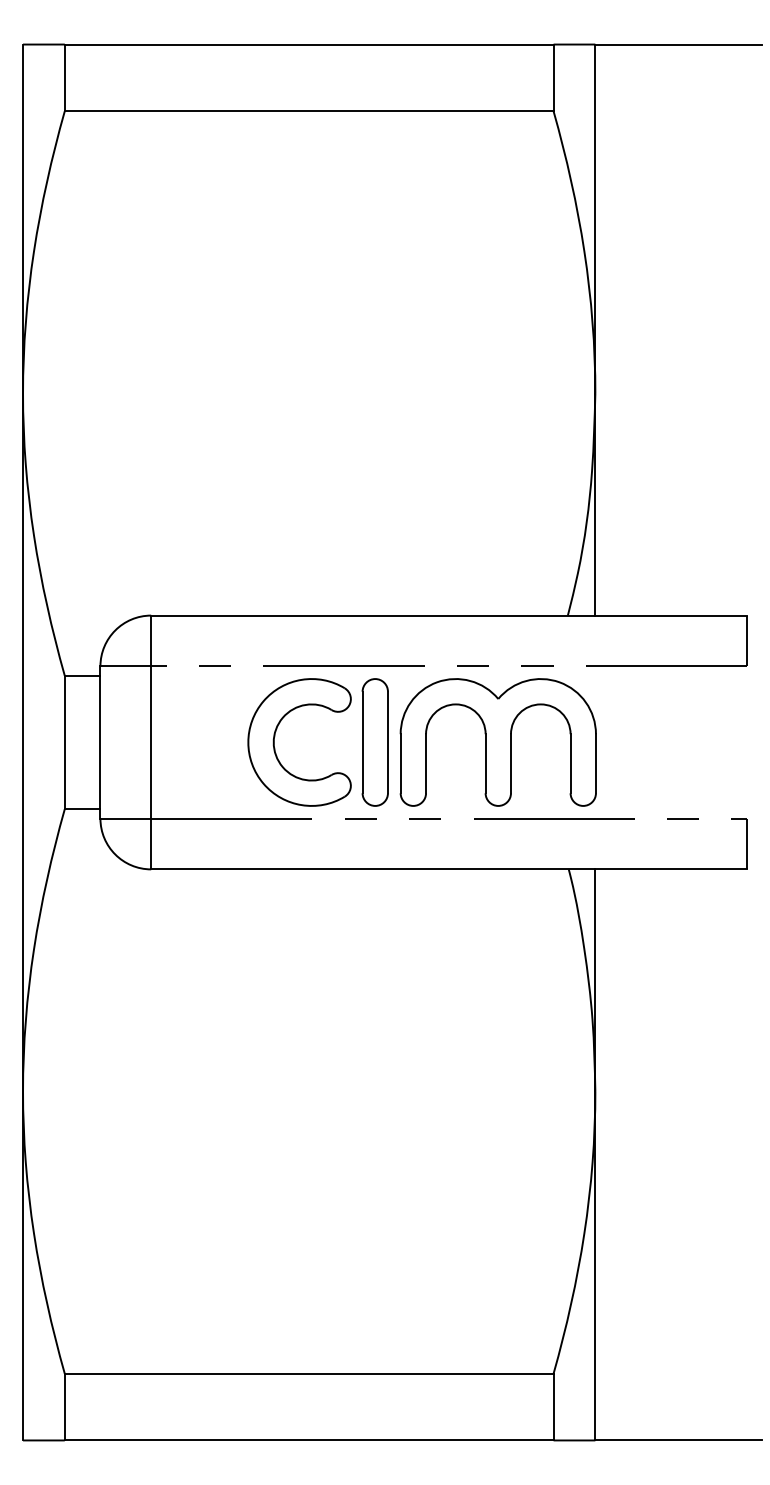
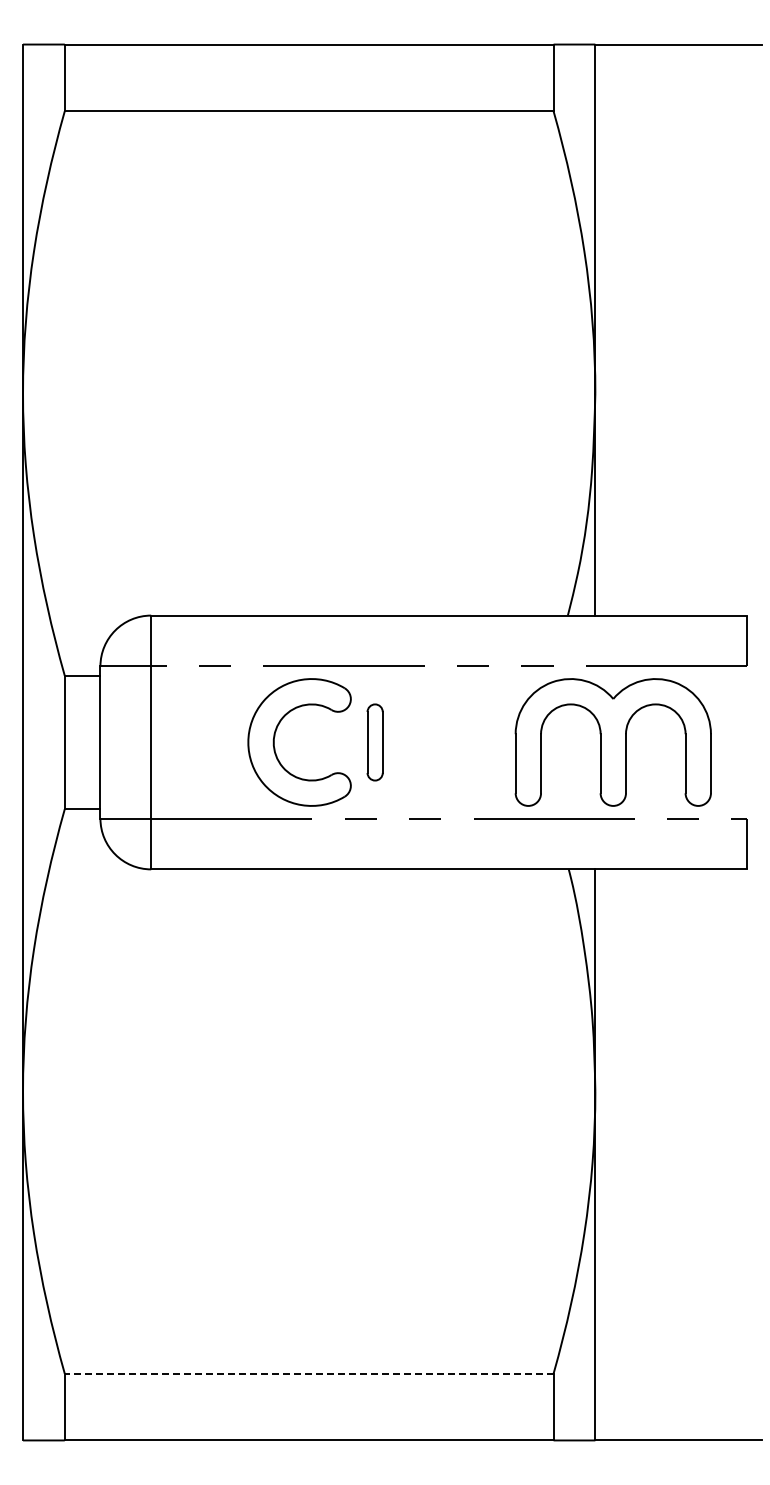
part at (374, 742) size: 28x129 px -> 18x79 px
part at (497, 742) position: (497, 742) -> (612, 742)
line at (308, 1373): solid -> dashed
